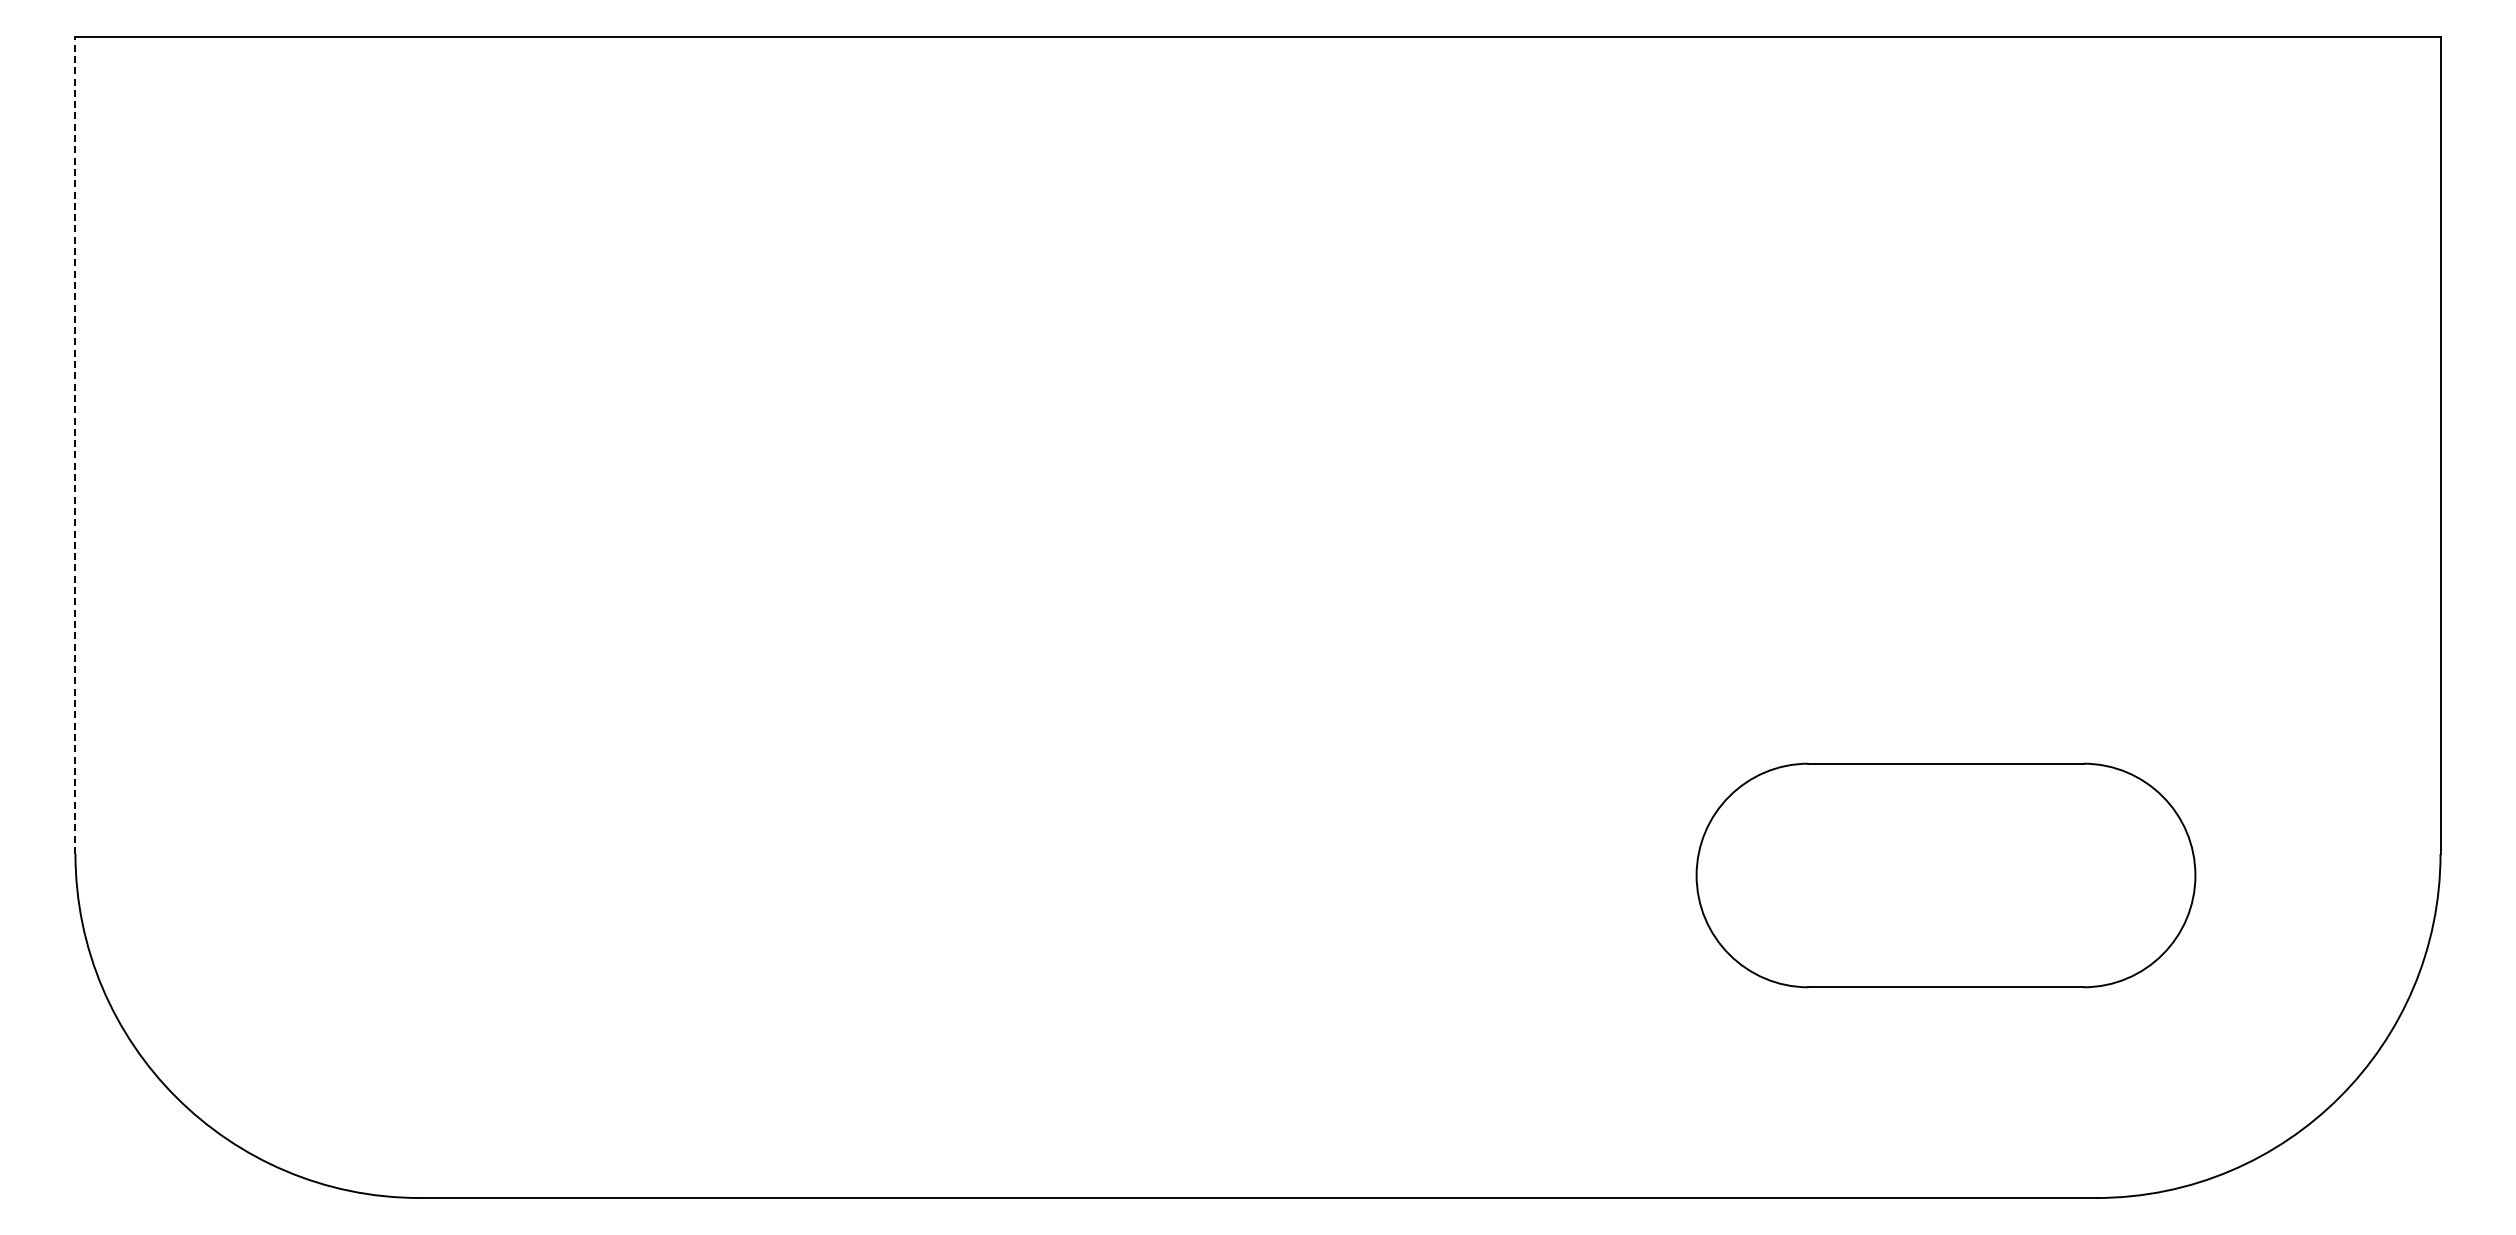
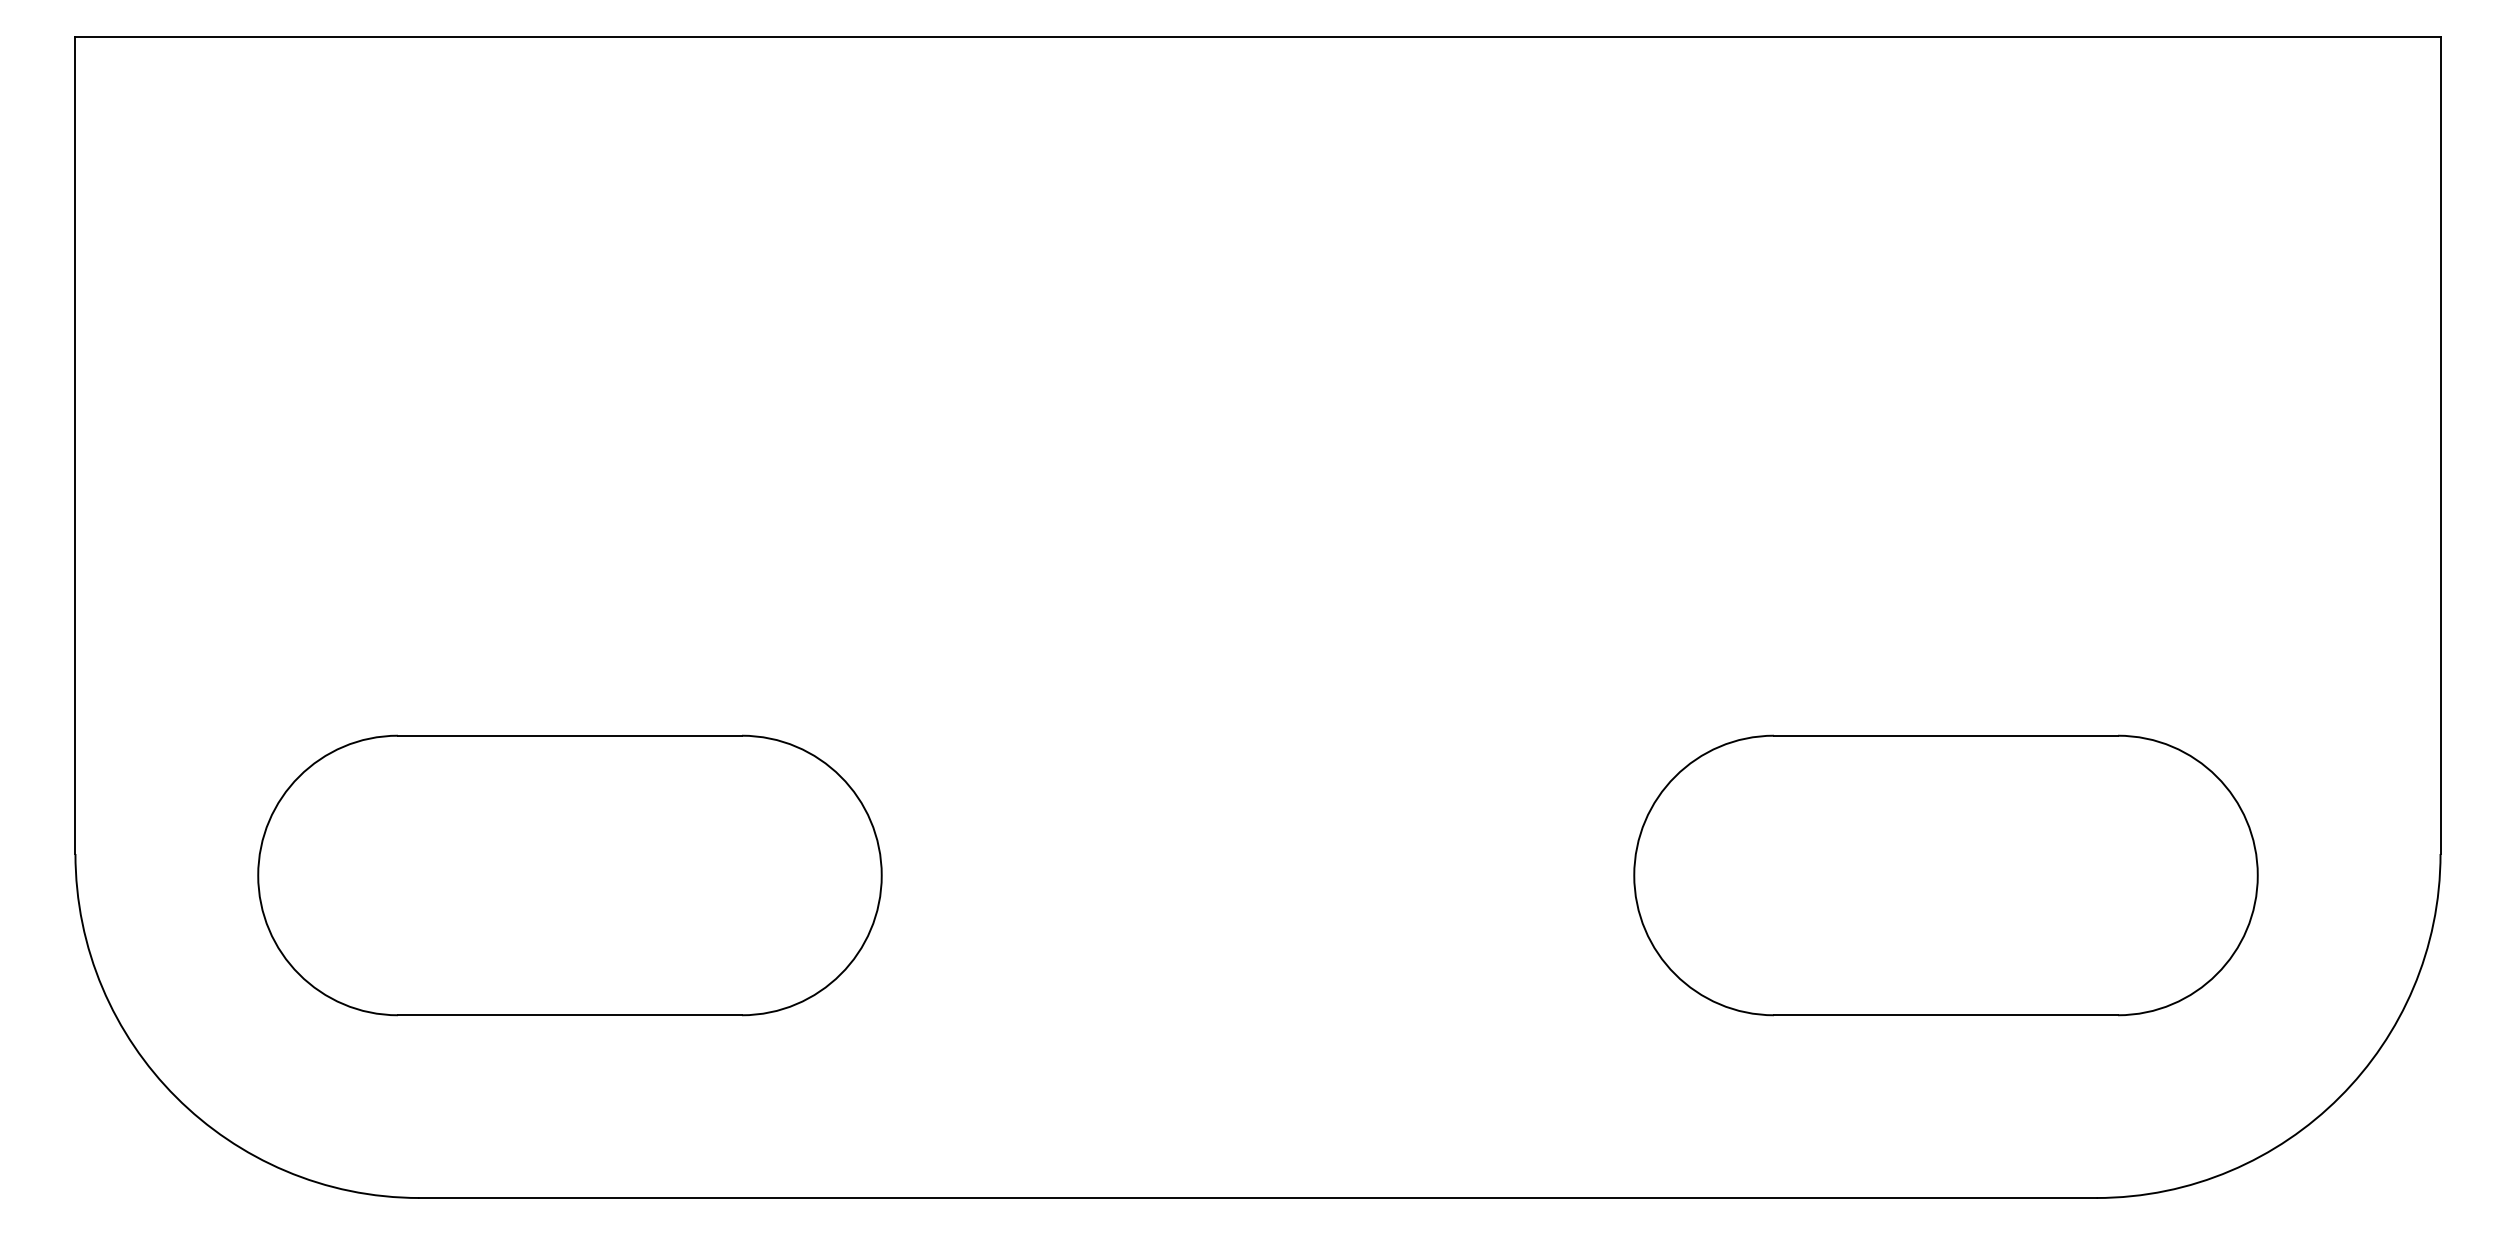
line at (75, 445): dashed -> solid
part at (569, 875): none -> present
part at (1945, 875) size: 502x227 px -> 626x283 px
